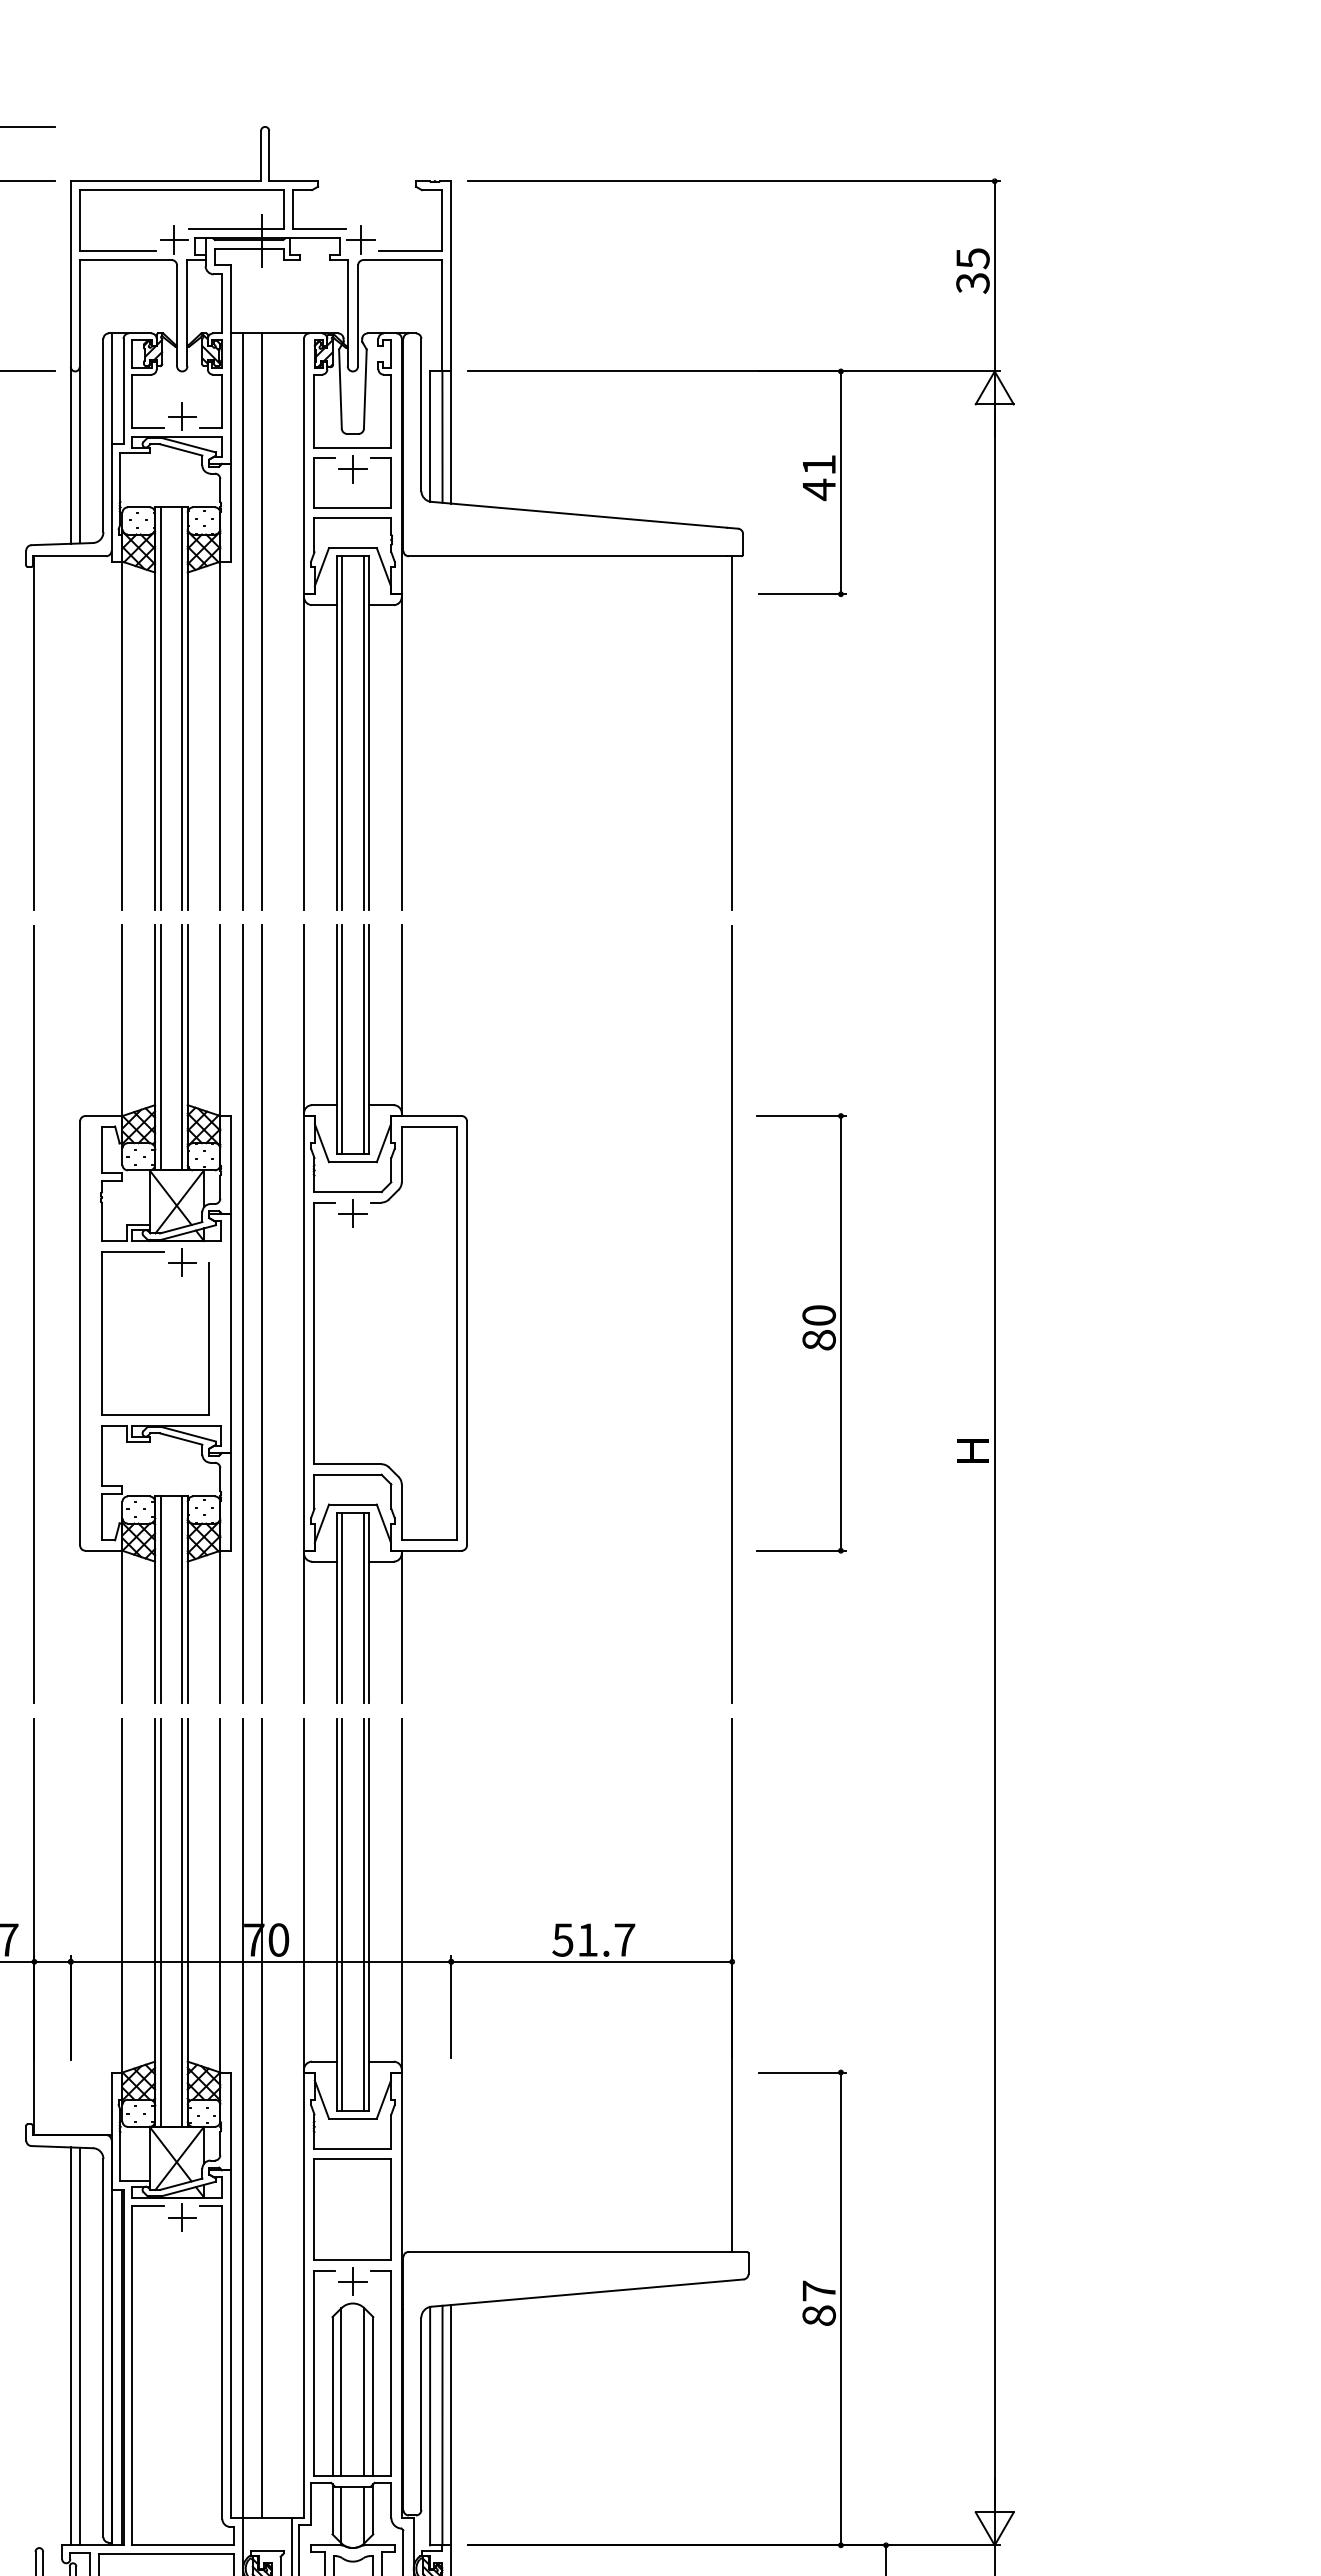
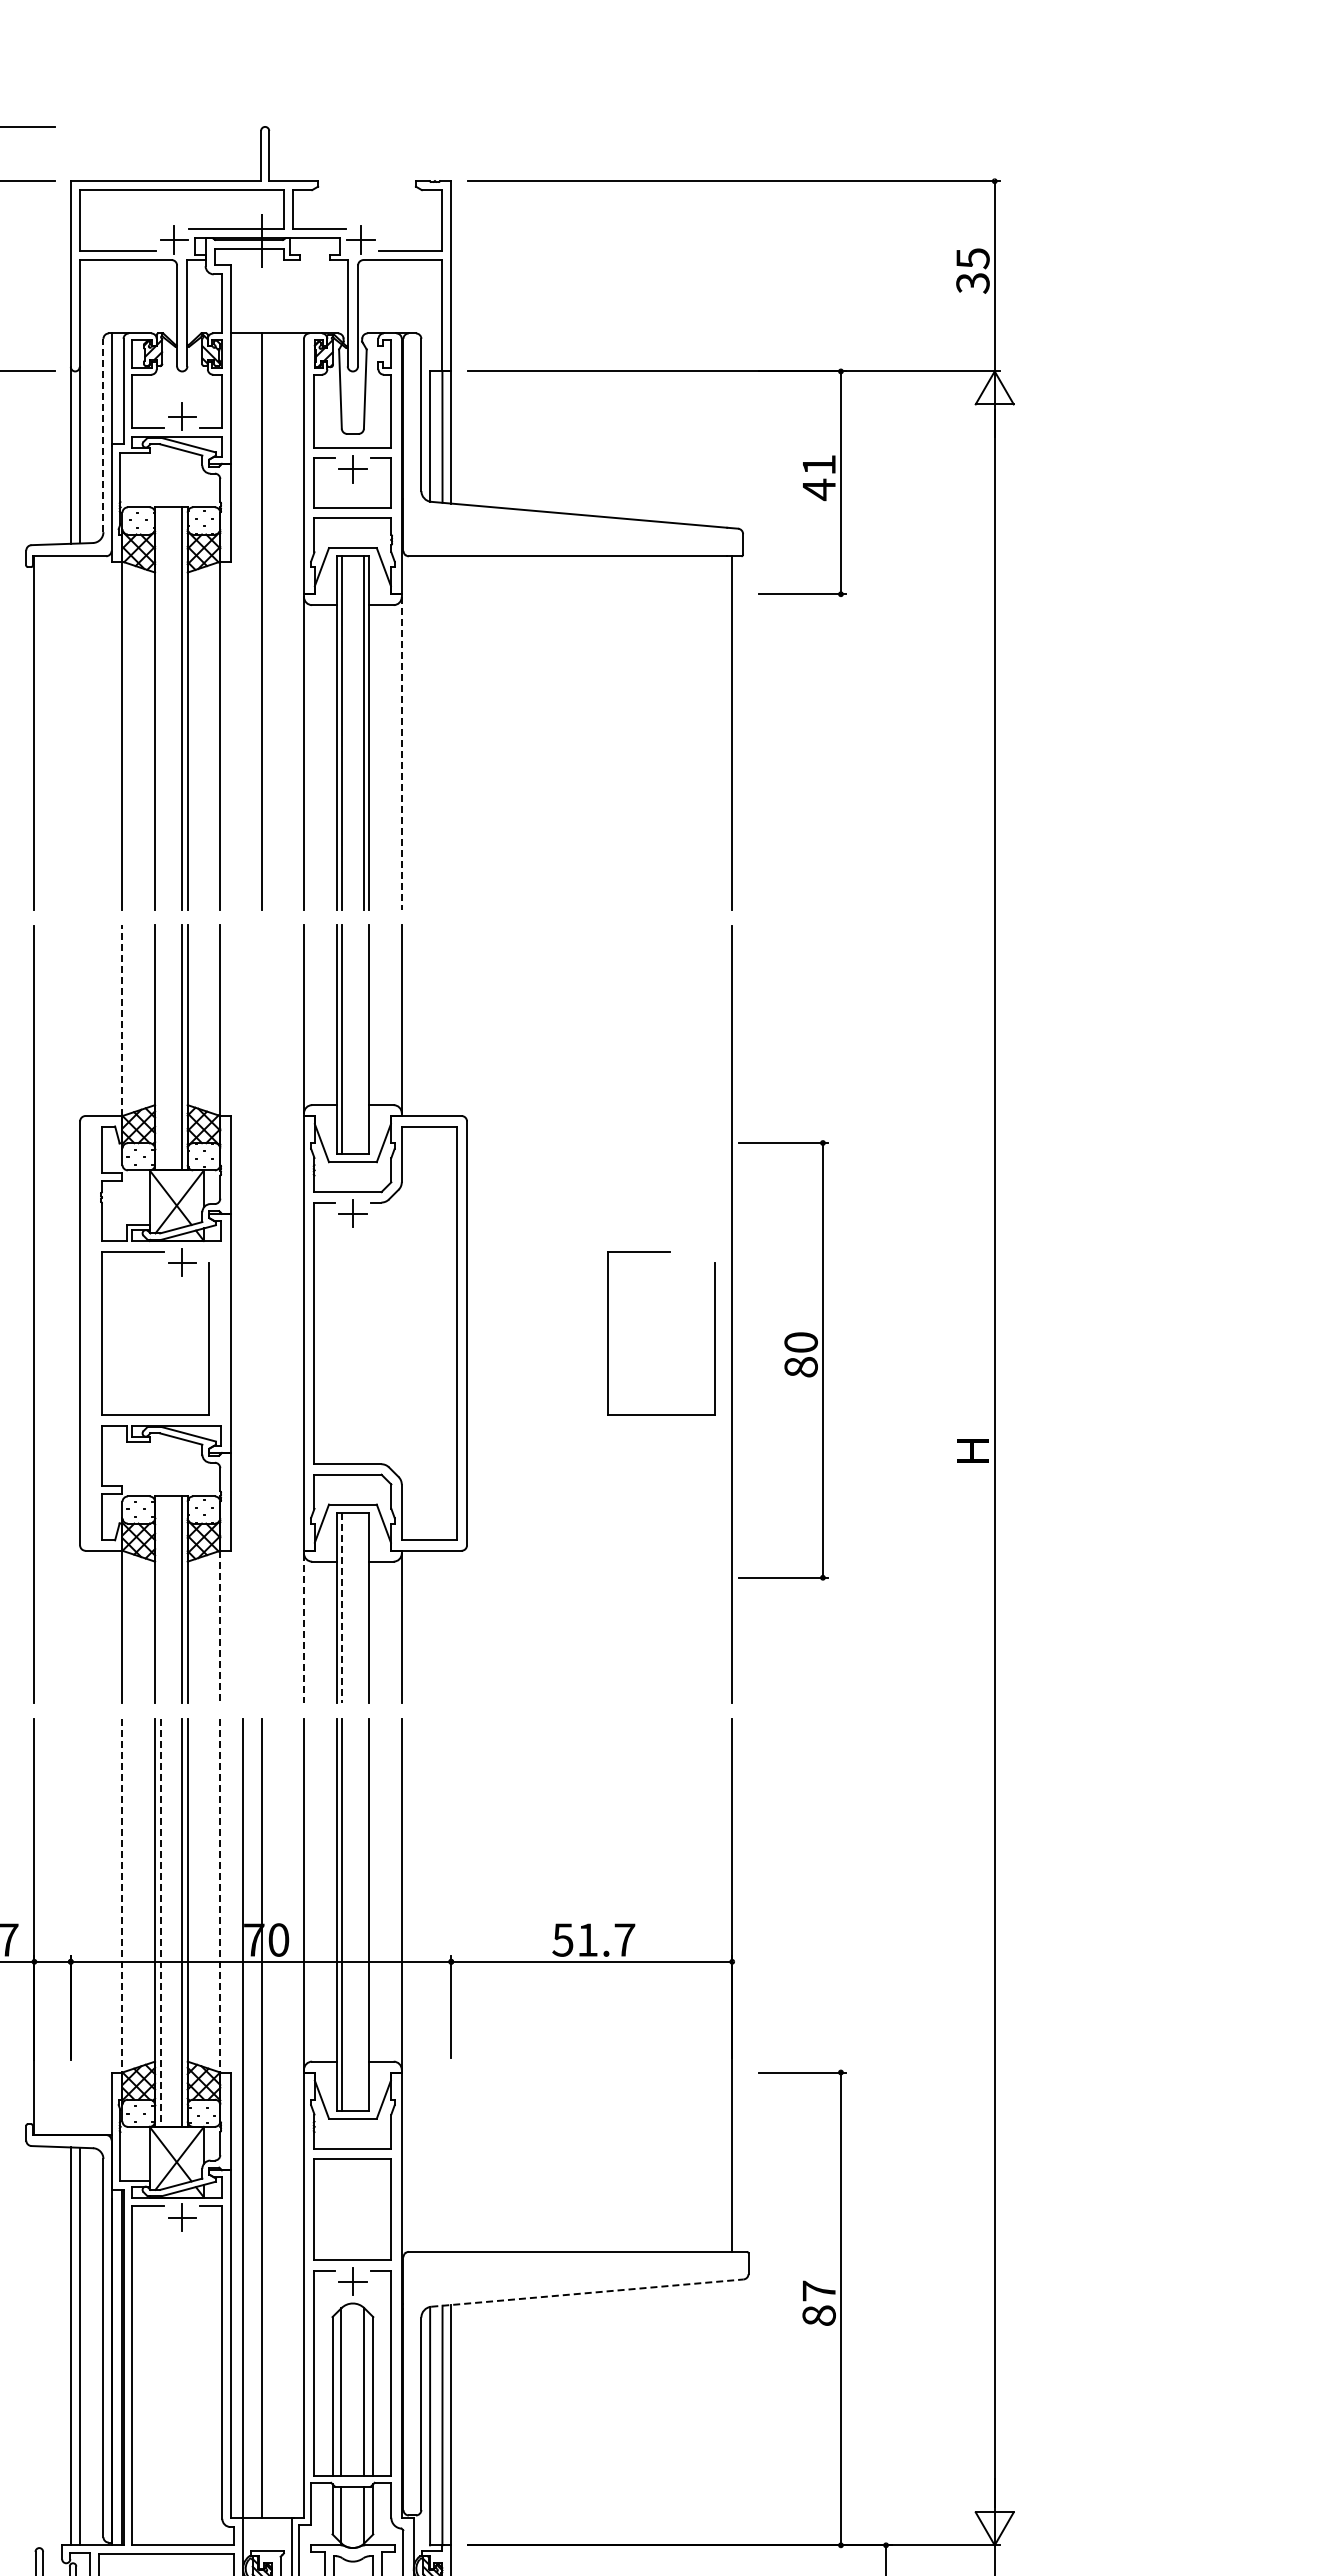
line at (103, 435): solid -> dashed
line at (243, 621): present -> none
line at (160, 708): present -> none
line at (401, 753): solid -> dashed
line at (122, 1020): solid -> dashed
line at (363, 1039): present -> none
line at (160, 1047): present -> none
line at (243, 1313): present -> none
line at (261, 1313): present -> none
part at (608, 1333): none -> present
part at (801, 1333) position: (801, 1333) -> (783, 1360)
line at (160, 1599): present -> none
line at (363, 1607): present -> none
line at (342, 1608): solid -> dashed
line at (220, 1627): solid -> dashed
line at (304, 1628): solid -> dashed
line at (122, 1895): solid -> dashed
line at (220, 1895): solid -> dashed
line at (363, 1914): present -> none
line at (160, 1923): solid -> dashed
line at (587, 2293): solid -> dashed
